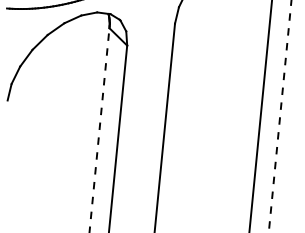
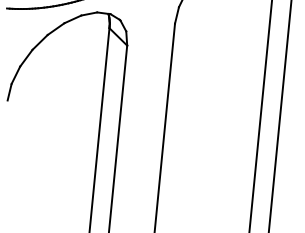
line at (280, 116): dashed -> solid
line at (99, 130): dashed -> solid
